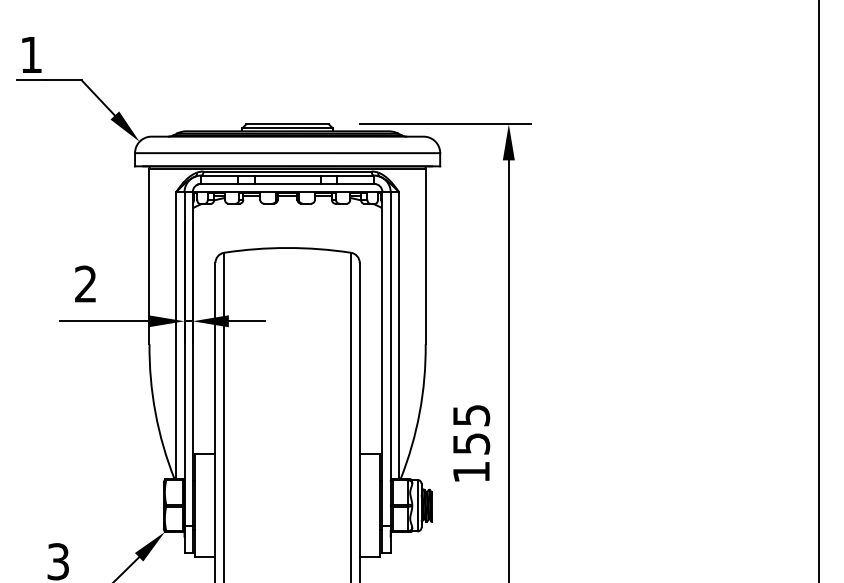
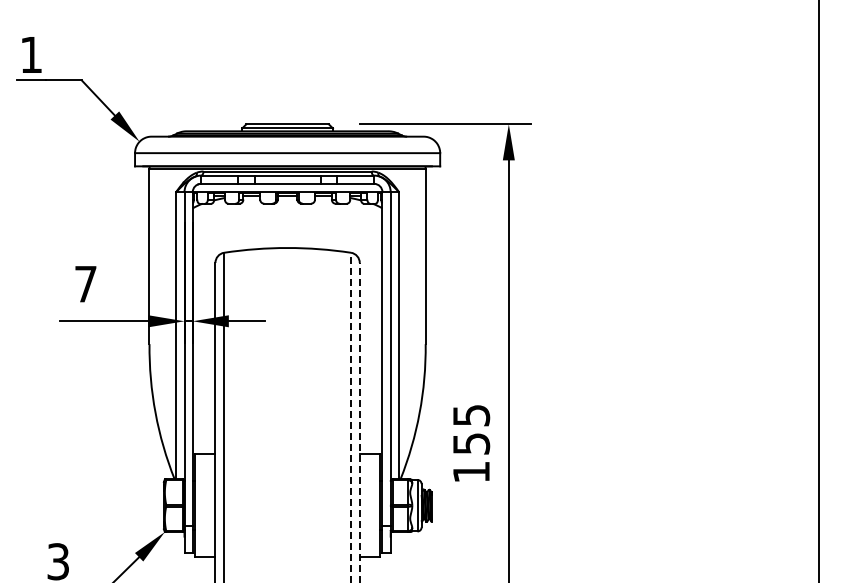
text at (85, 283): 2 -> 7
line at (351, 417): solid -> dashed
line at (359, 422): solid -> dashed
